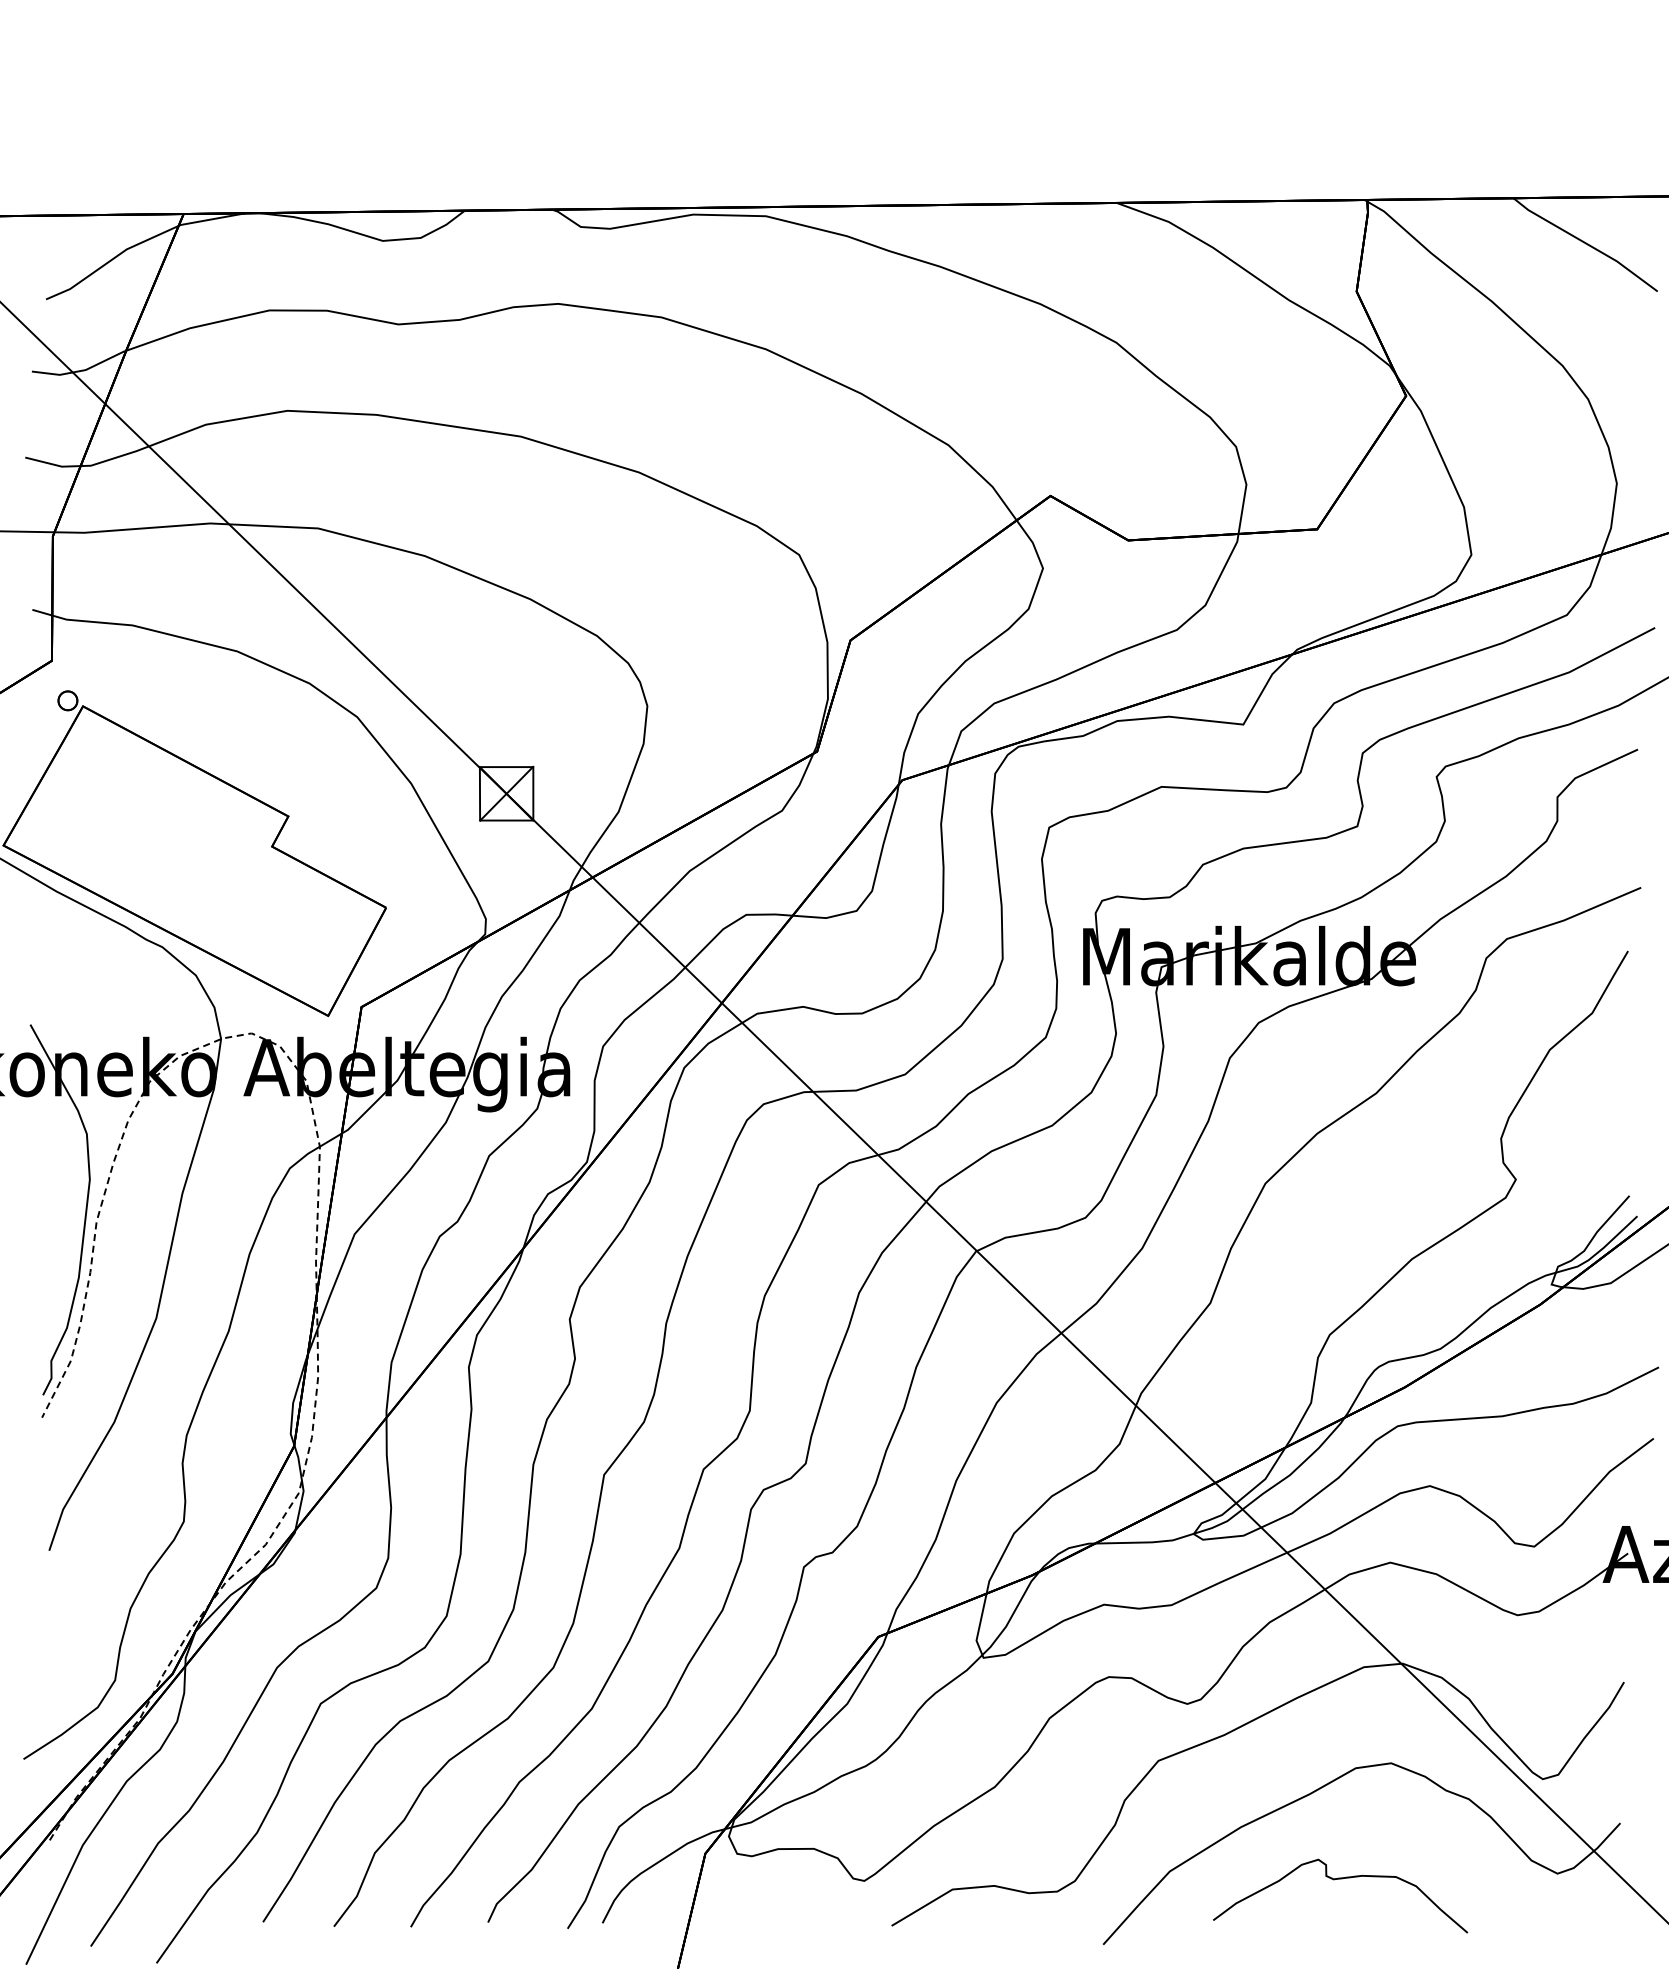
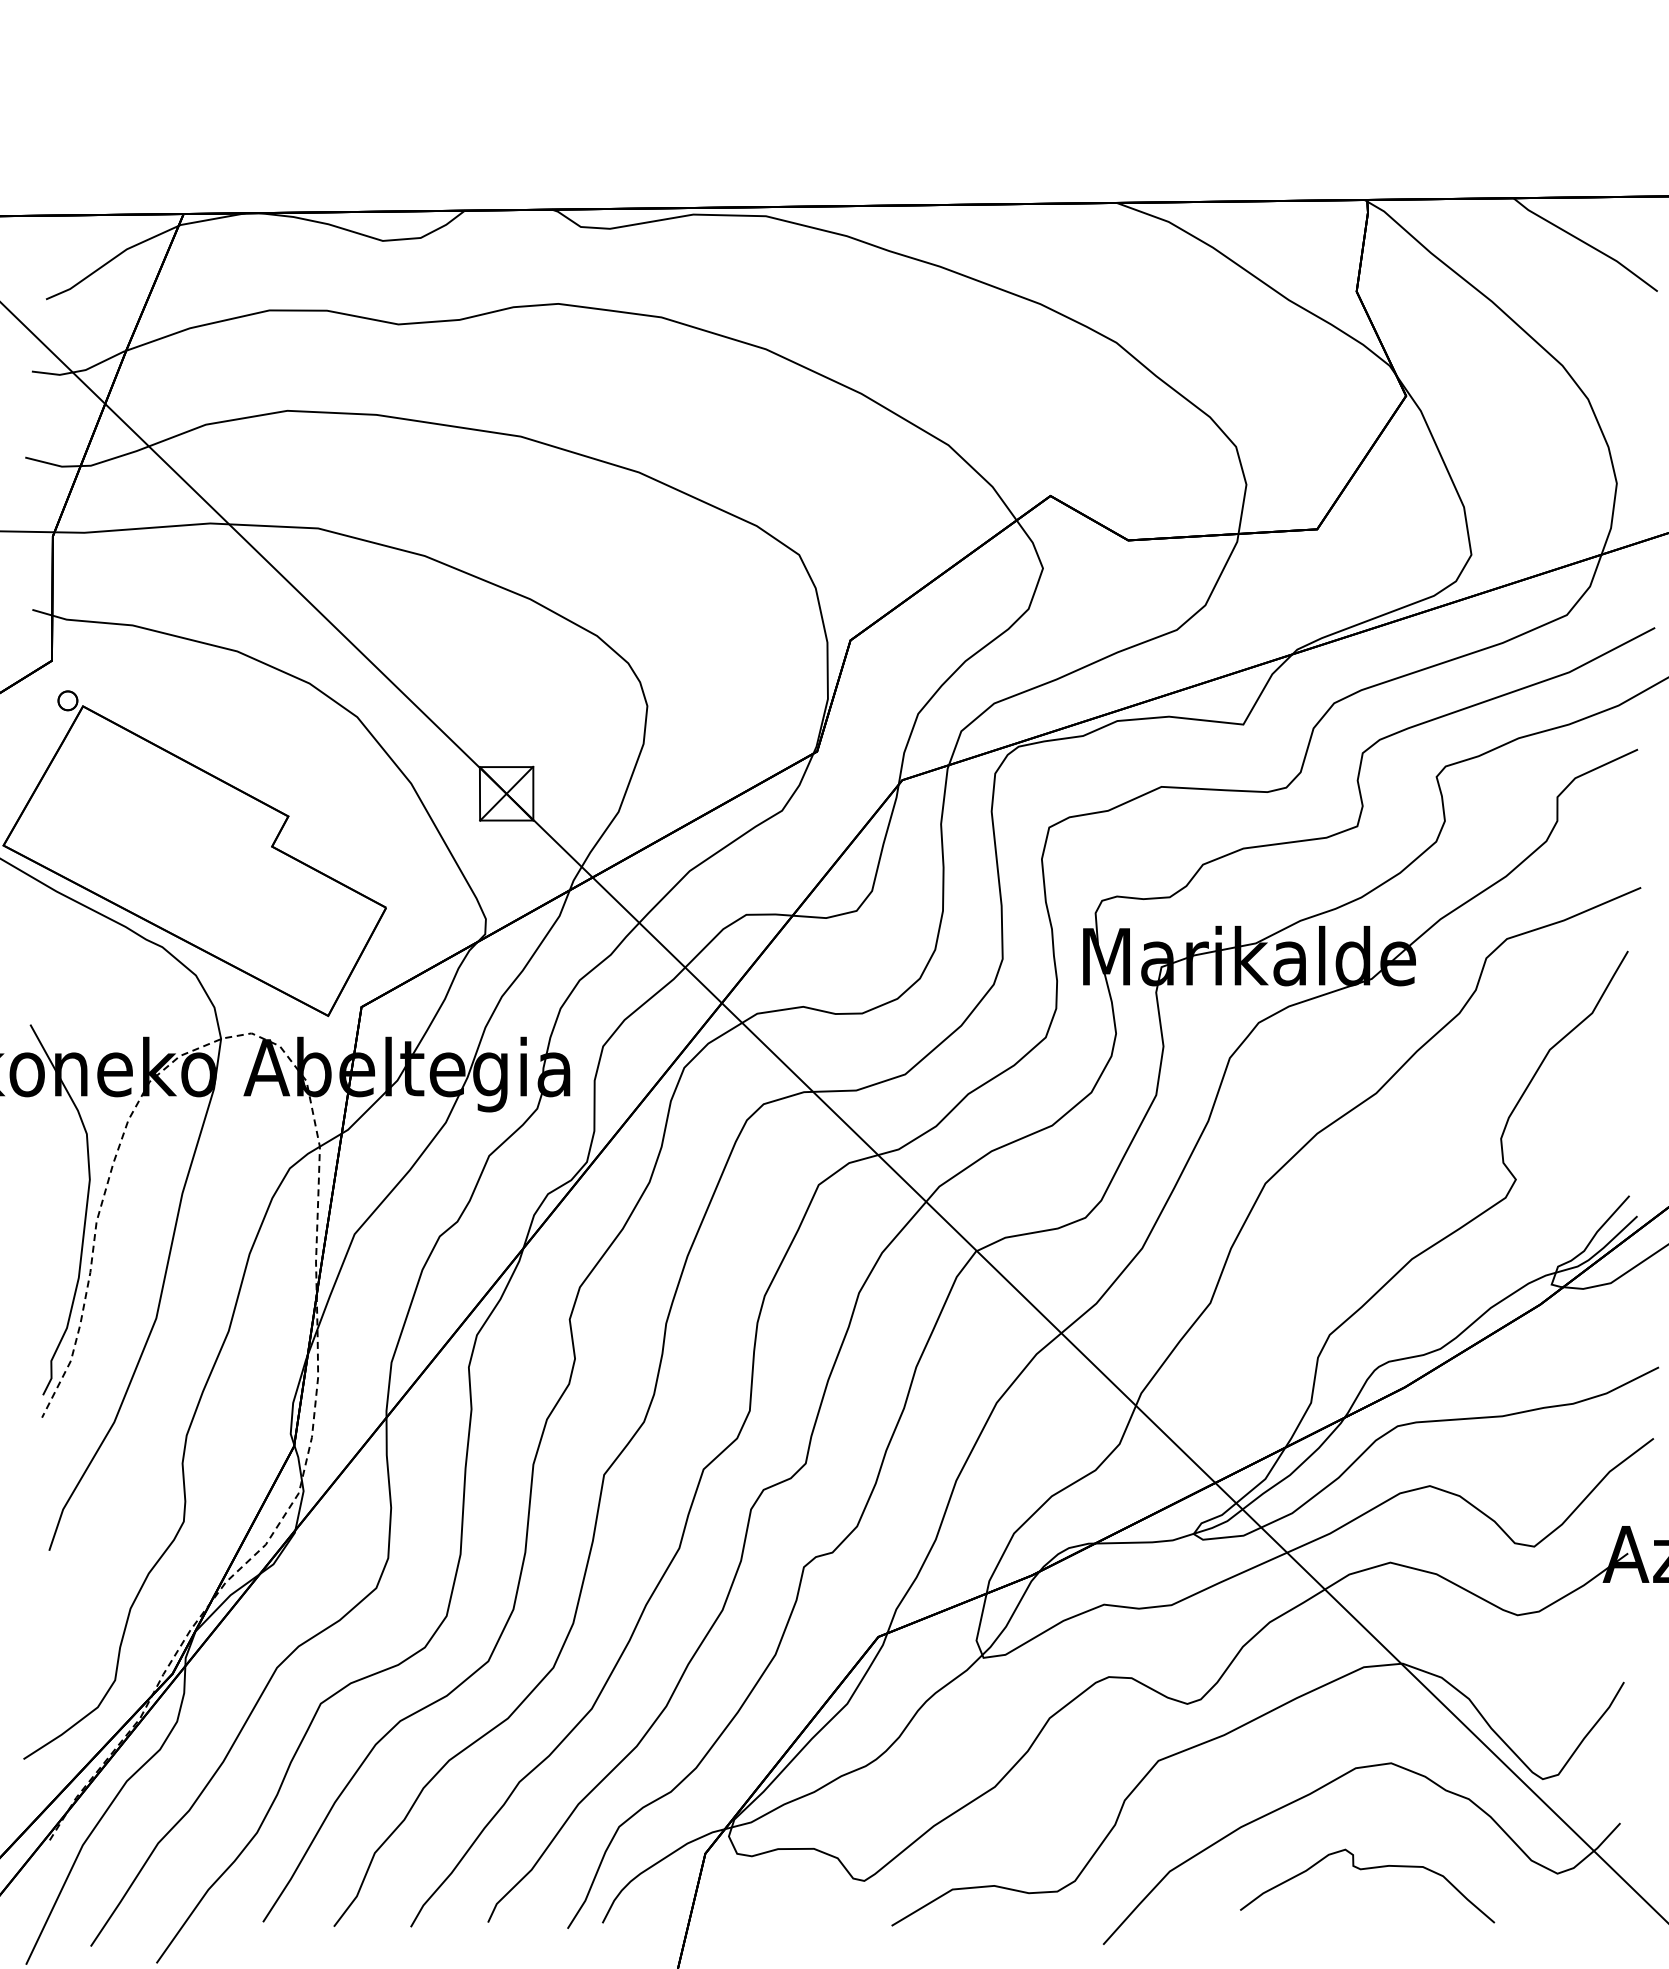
curve at (1340, 1879) position: (1340, 1879) -> (1367, 1869)
